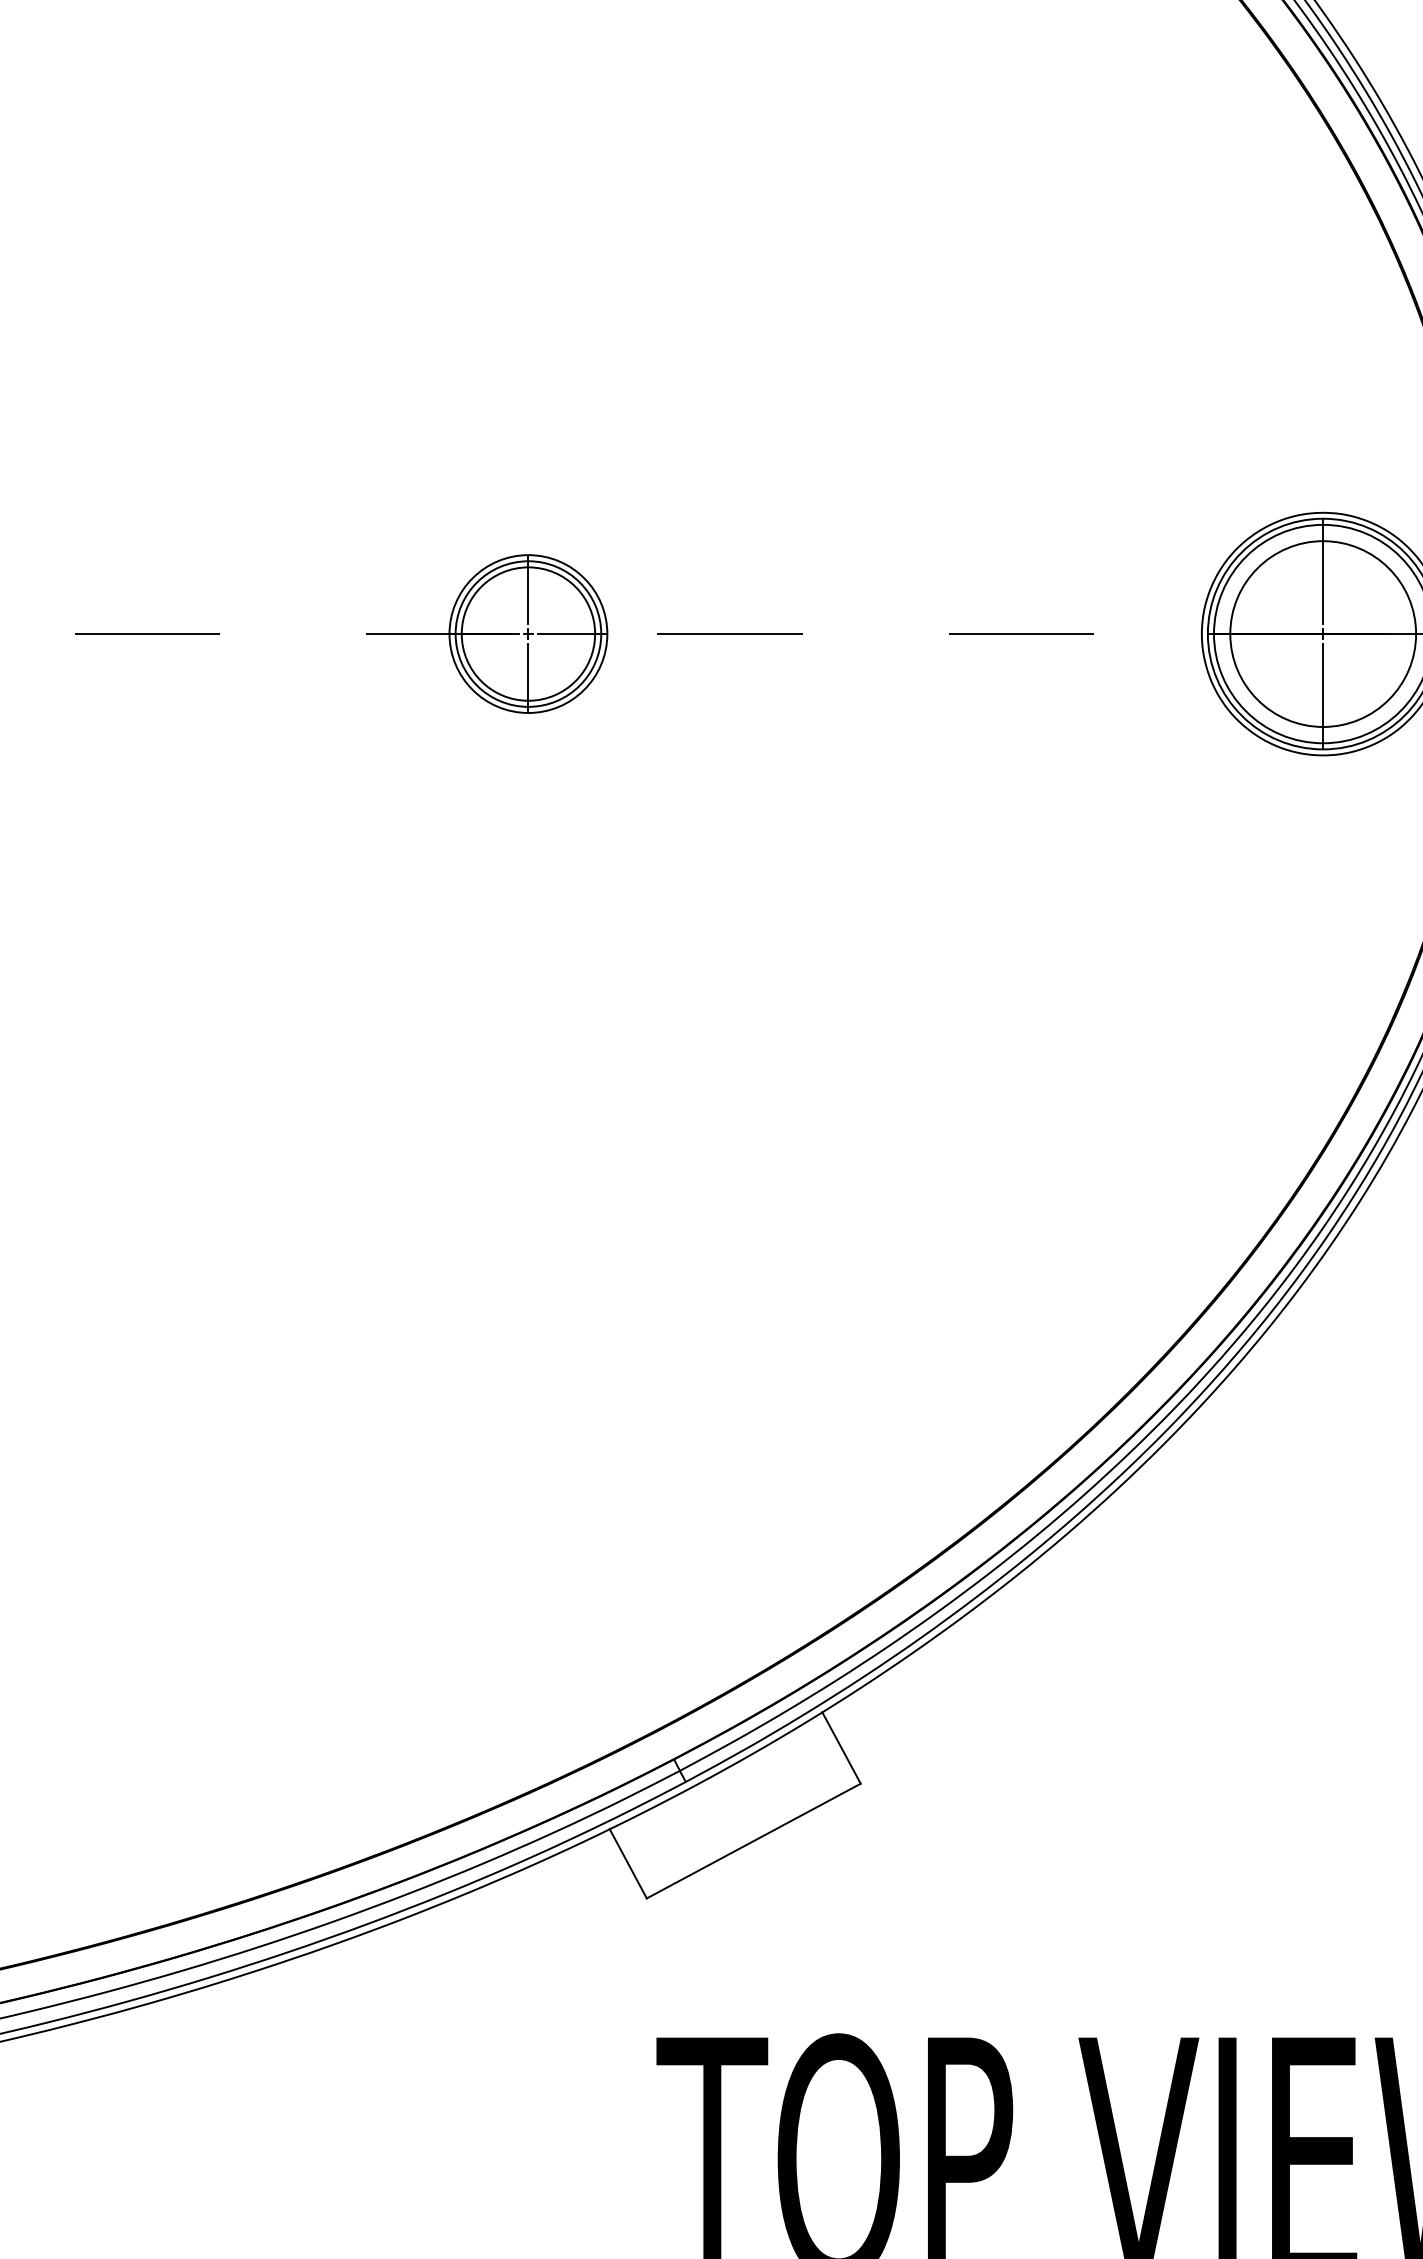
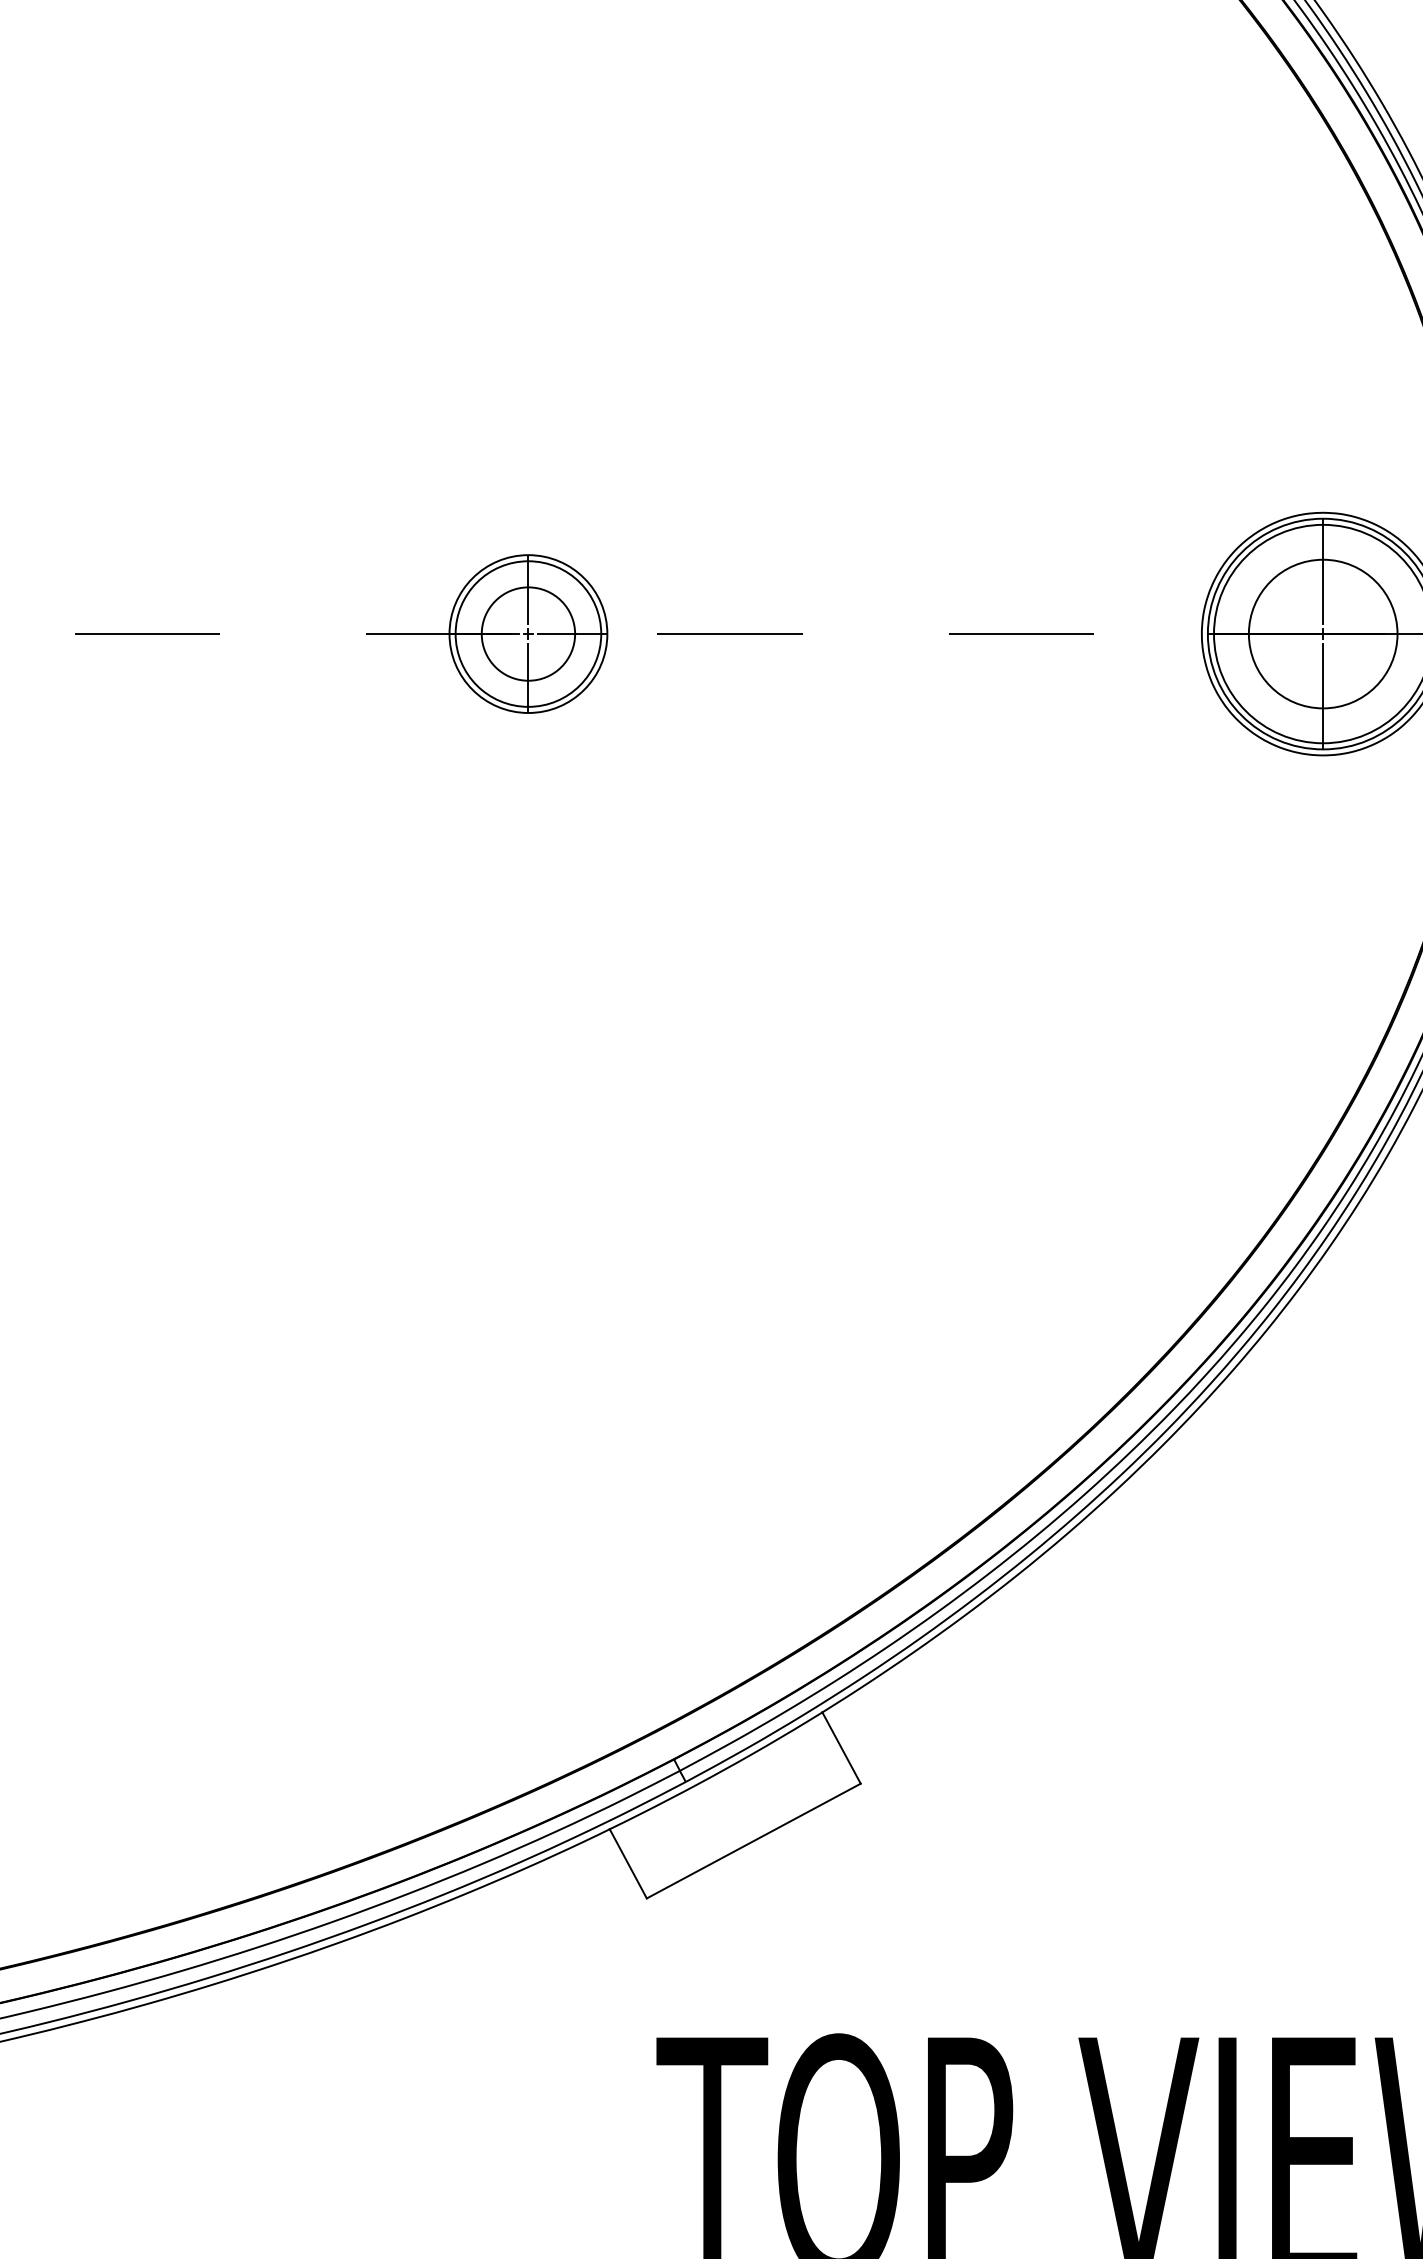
circle at (528, 633) diameter: 133 px -> 93 px
circle at (1323, 633) diameter: 186 px -> 149 px
